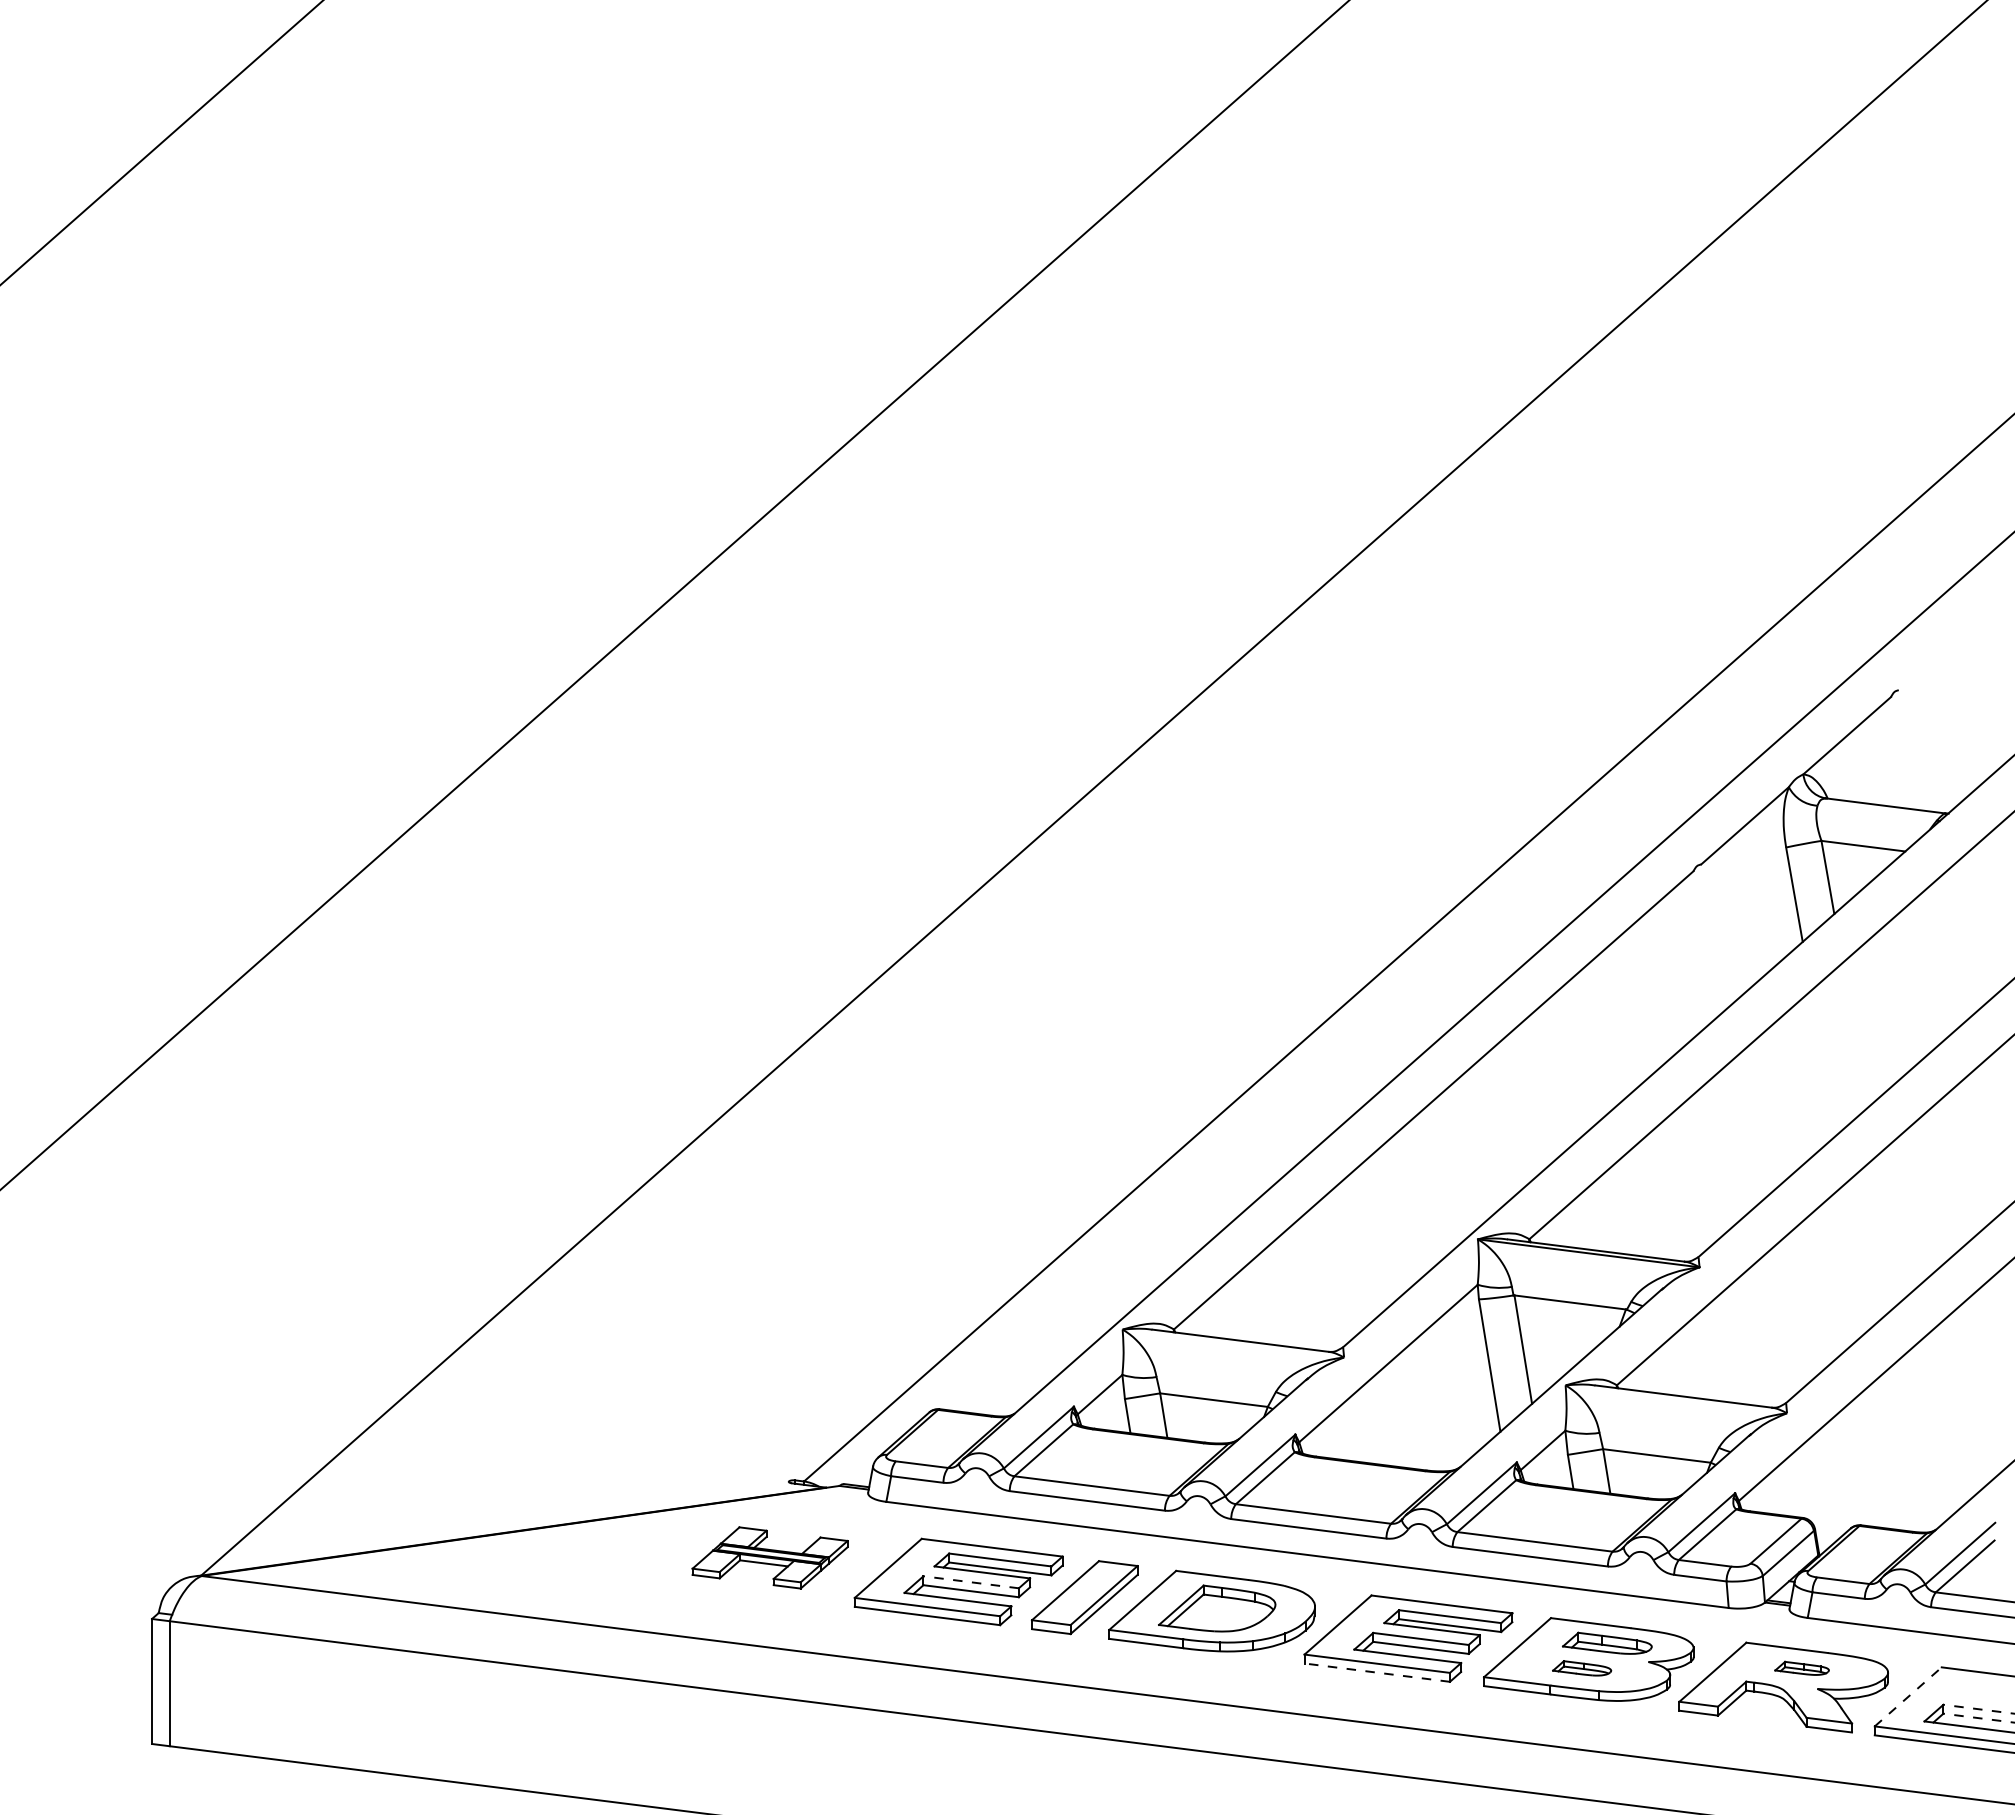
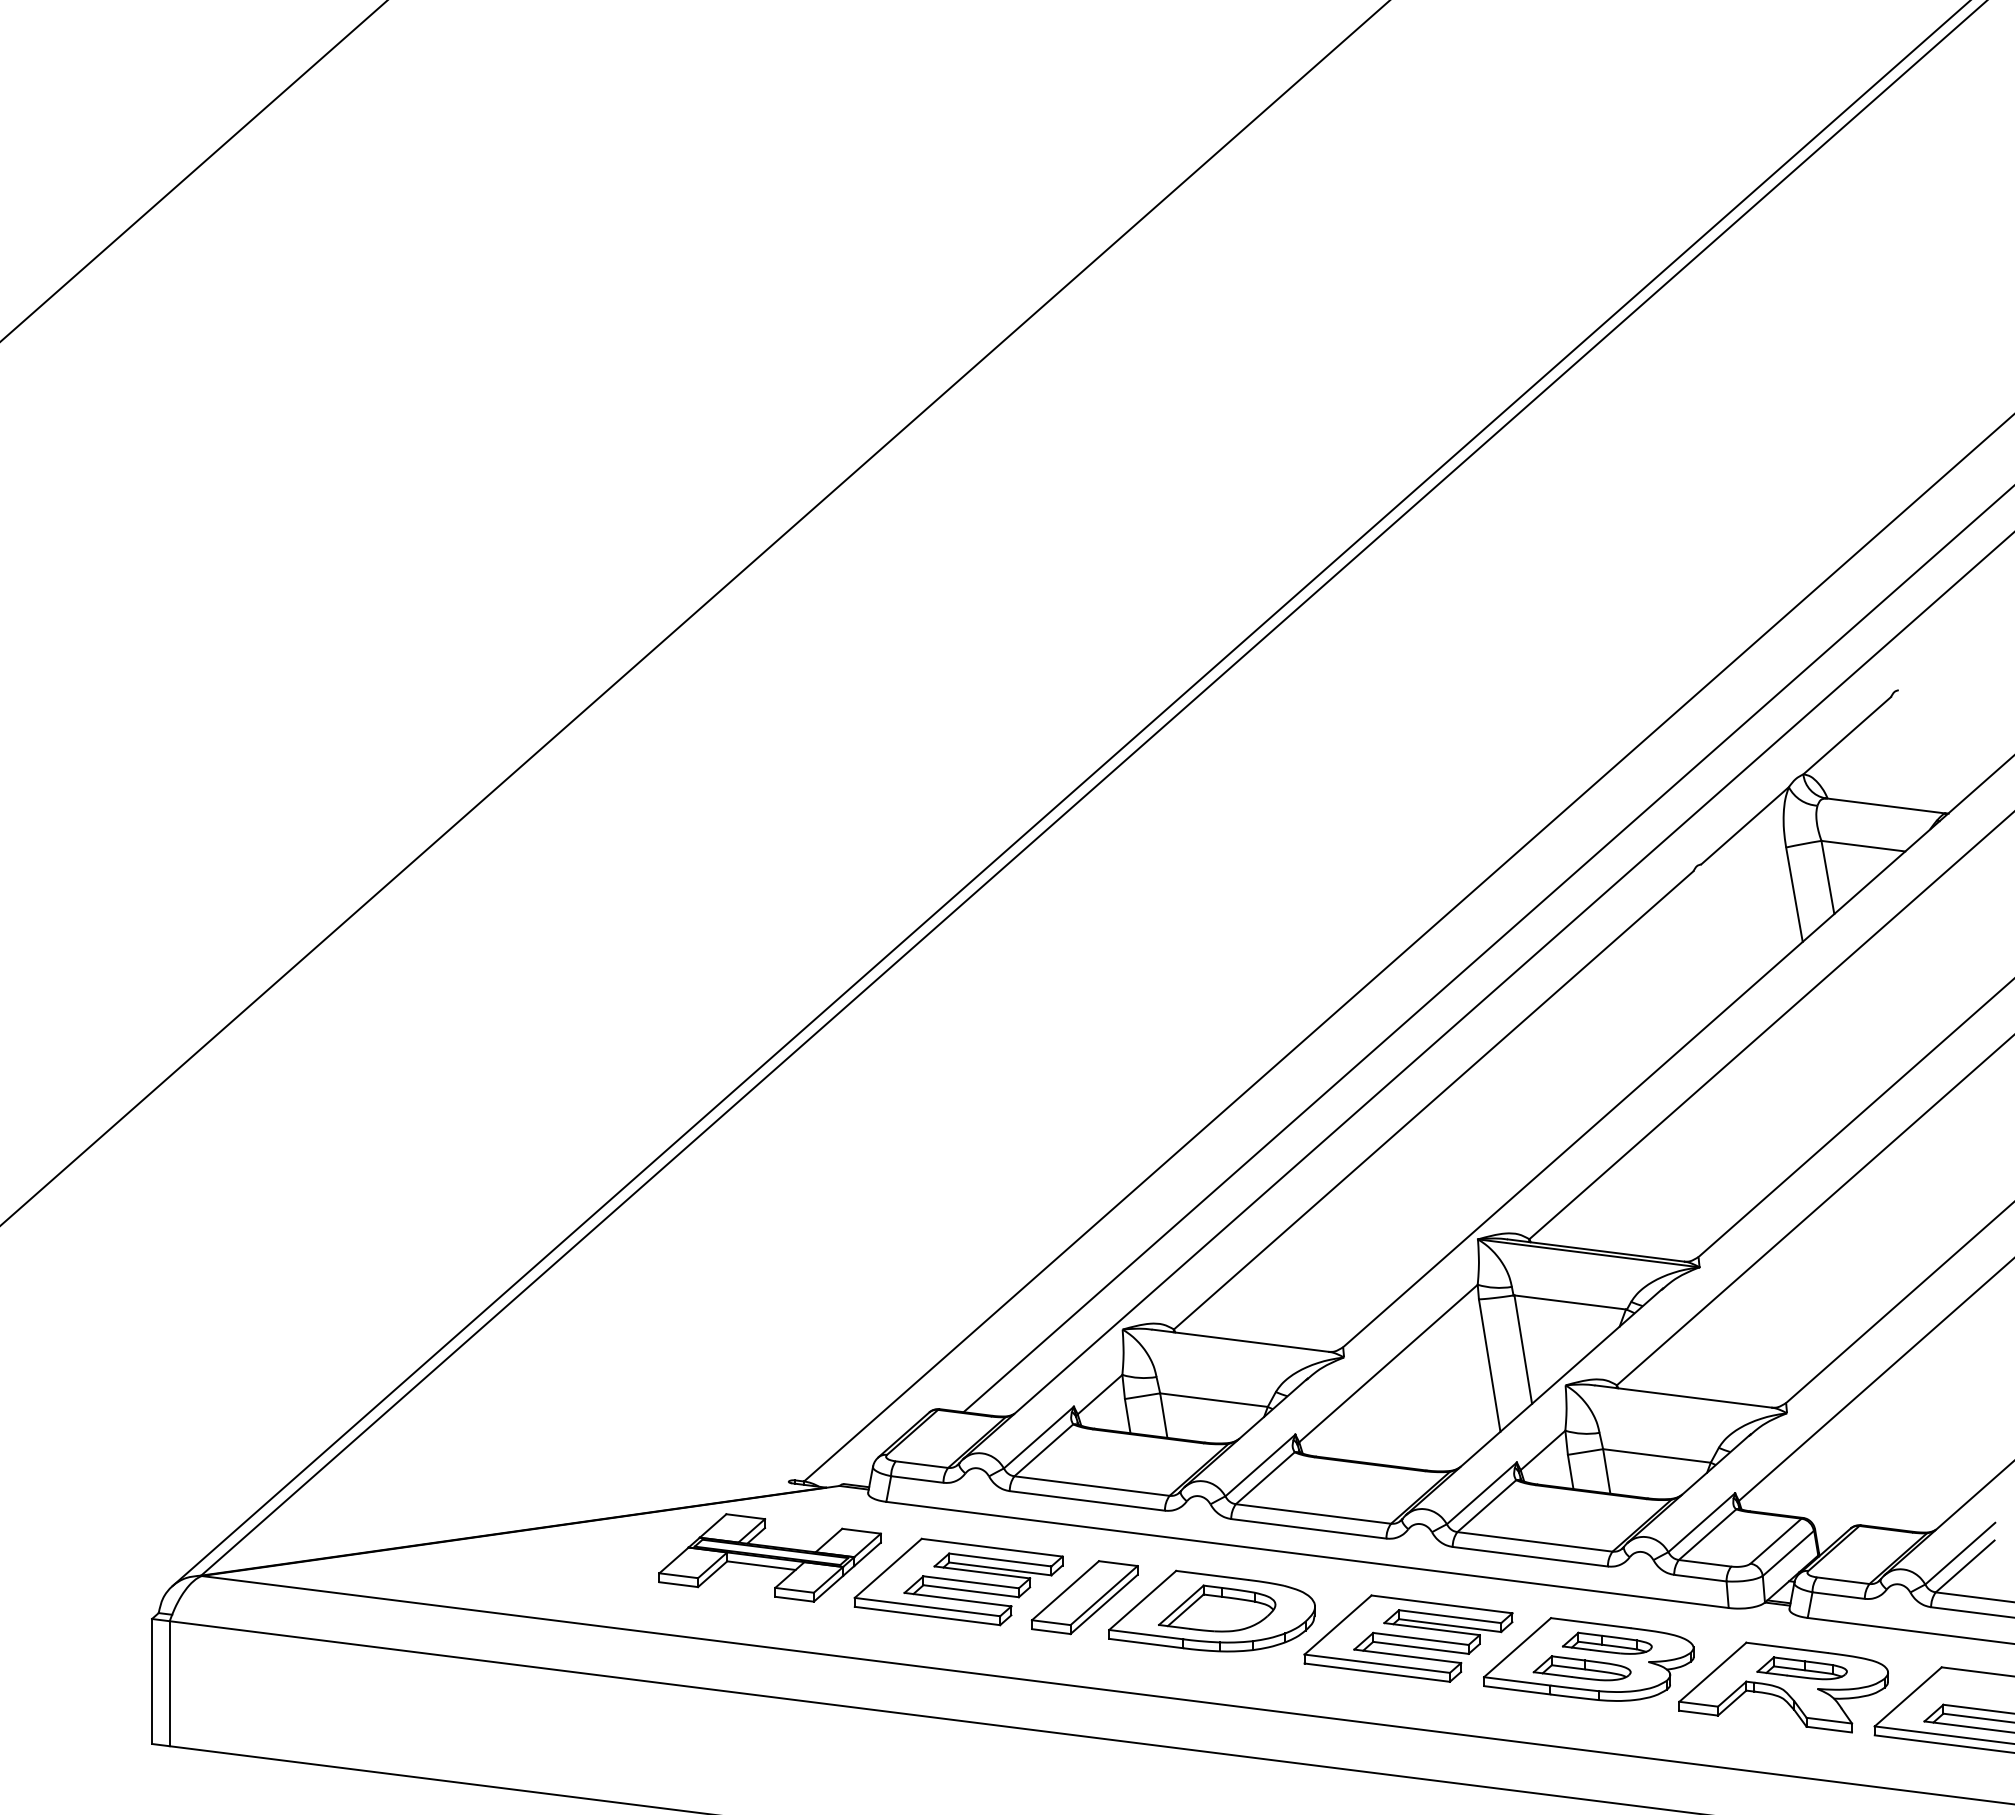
line at (161, 142) position: (161, 142) -> (193, 170)
line at (674, 595) position: (674, 595) -> (694, 612)
line at (1070, 794): none -> present
line at (1487, 949): none -> present
part at (769, 1557) size: 158x64 px -> 224x90 px
line at (970, 1582): dashed -> solid
part at (1801, 1667) size: 56x16 px -> 92x25 px
part at (1582, 1668) size: 61x17 px -> 100x27 px
line at (1376, 1672): dashed -> solid
line at (1908, 1696): dashed -> solid
line at (1978, 1709): dashed -> solid
line at (1978, 1718): dashed -> solid
